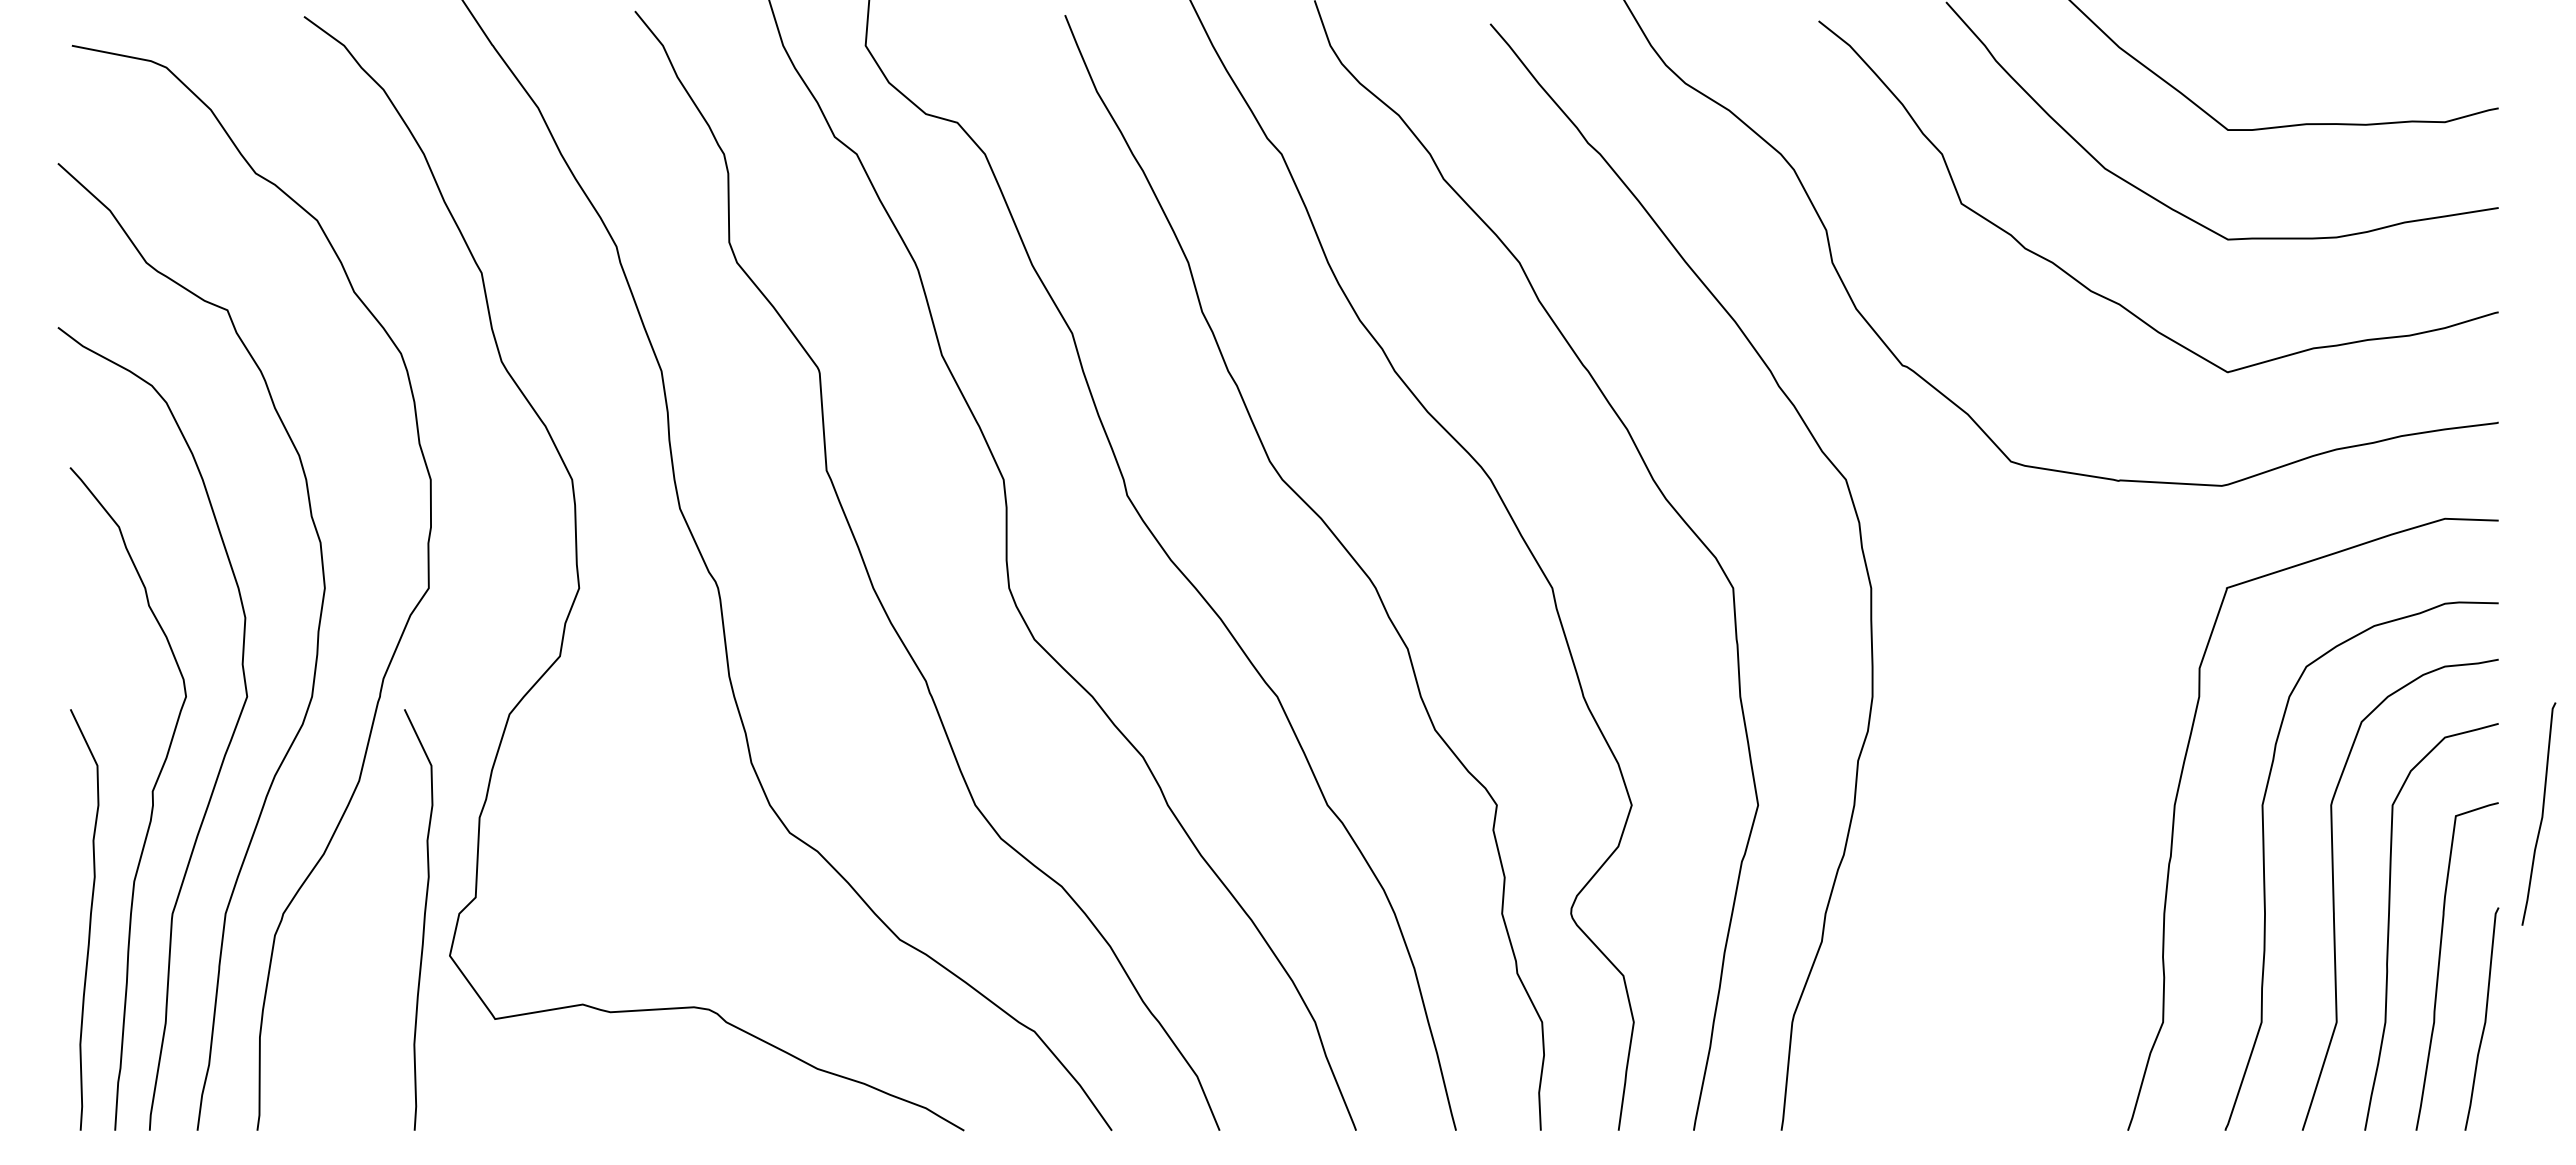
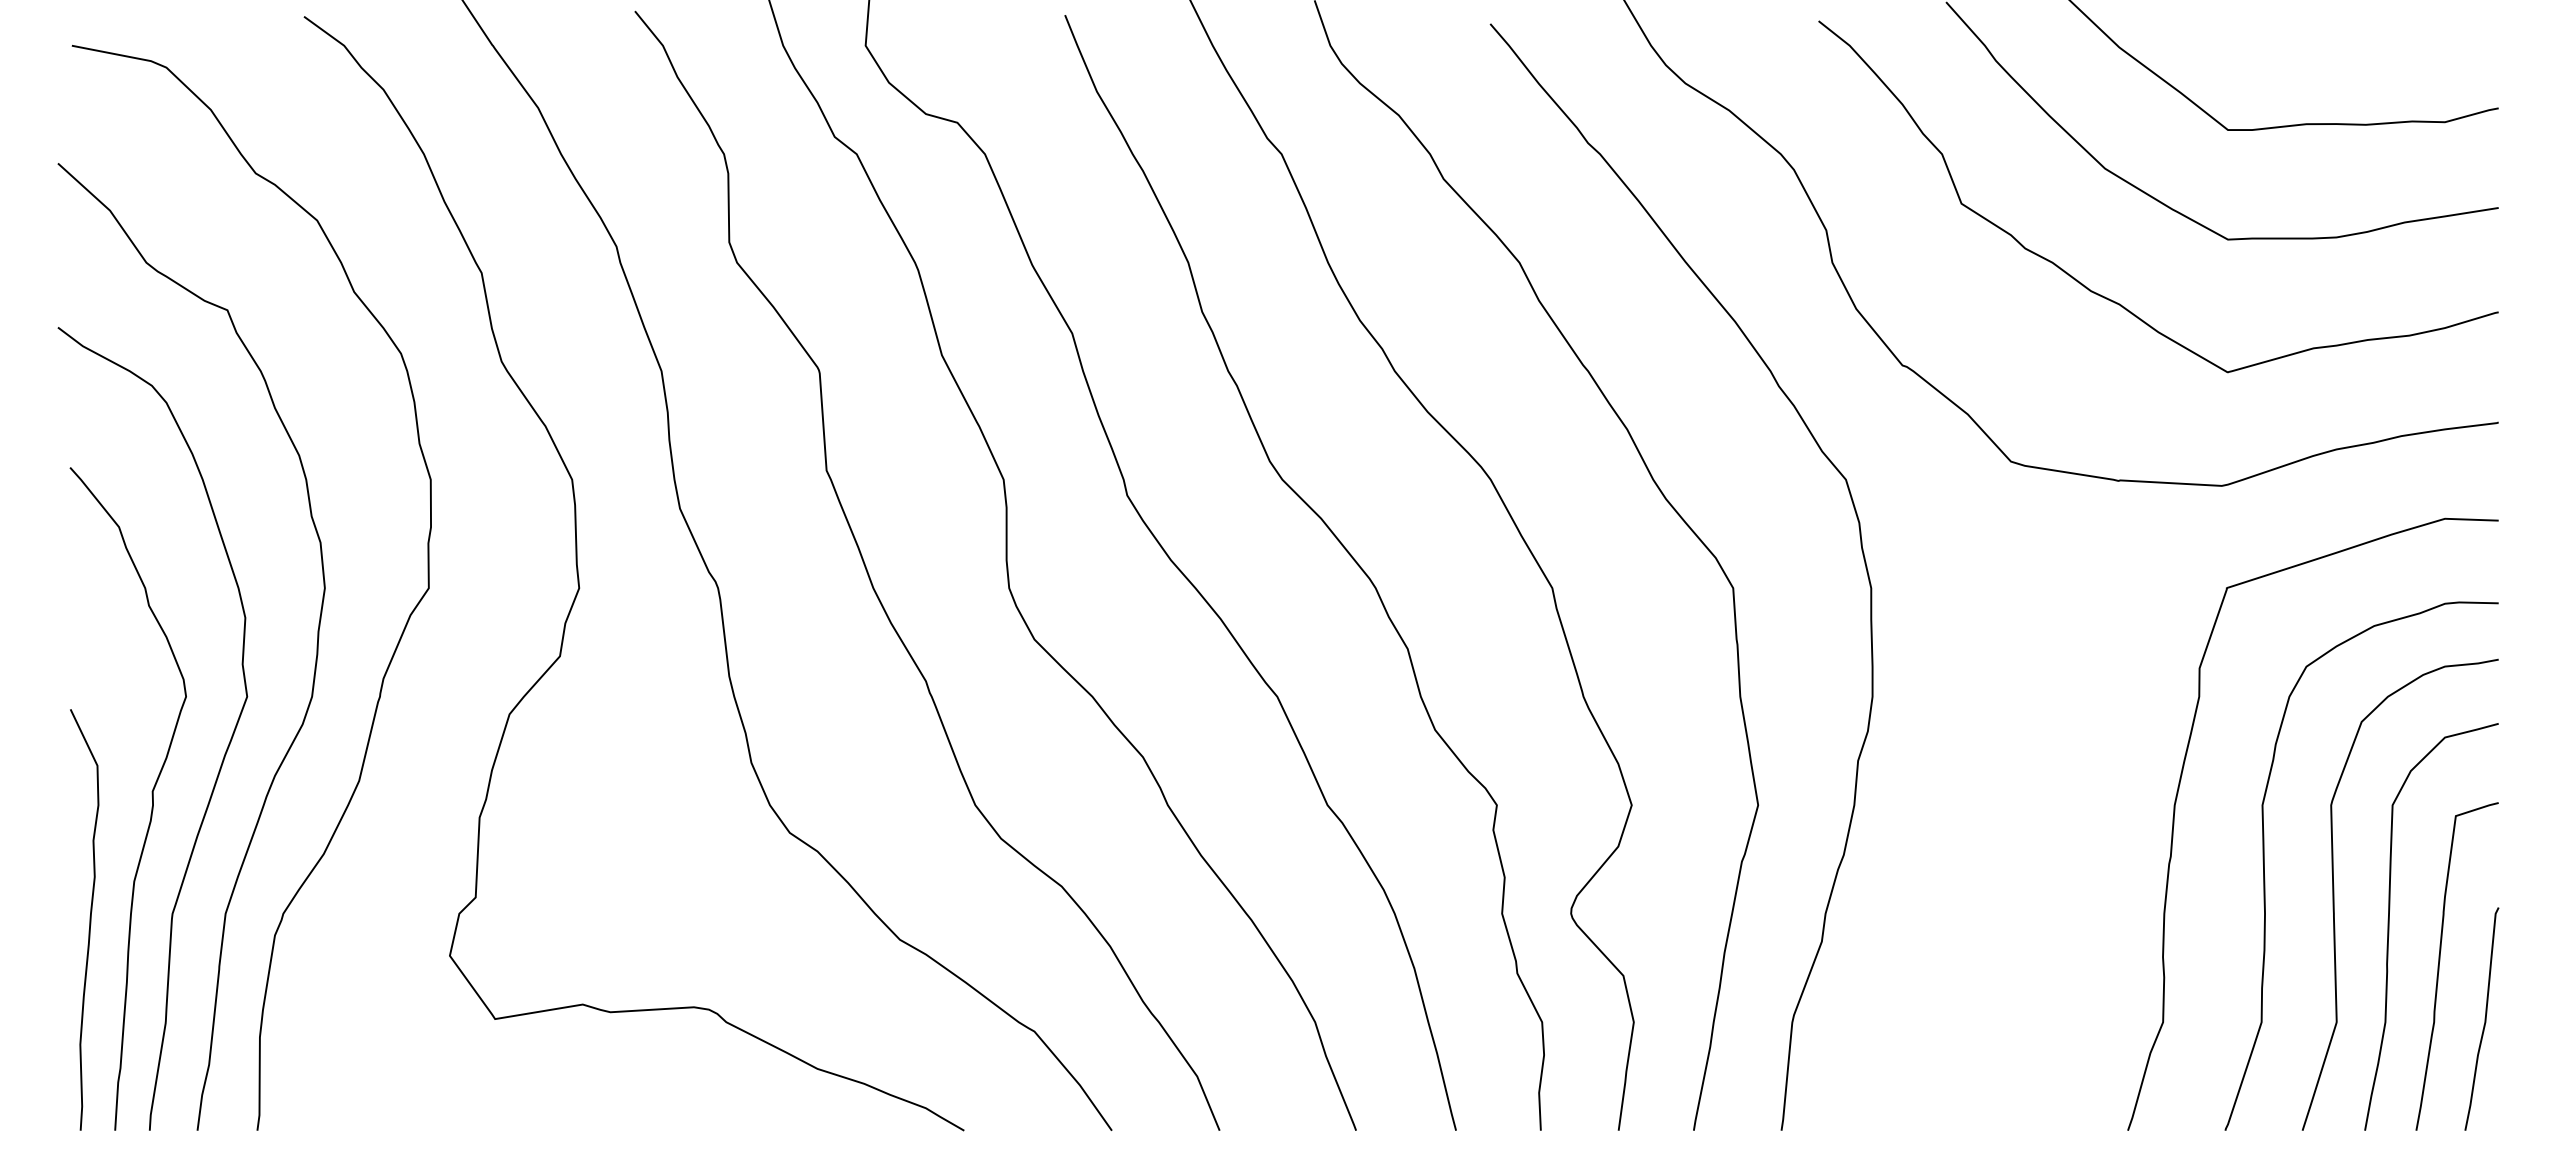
curve at (2541, 813): present -> none
curve at (423, 919): present -> none
